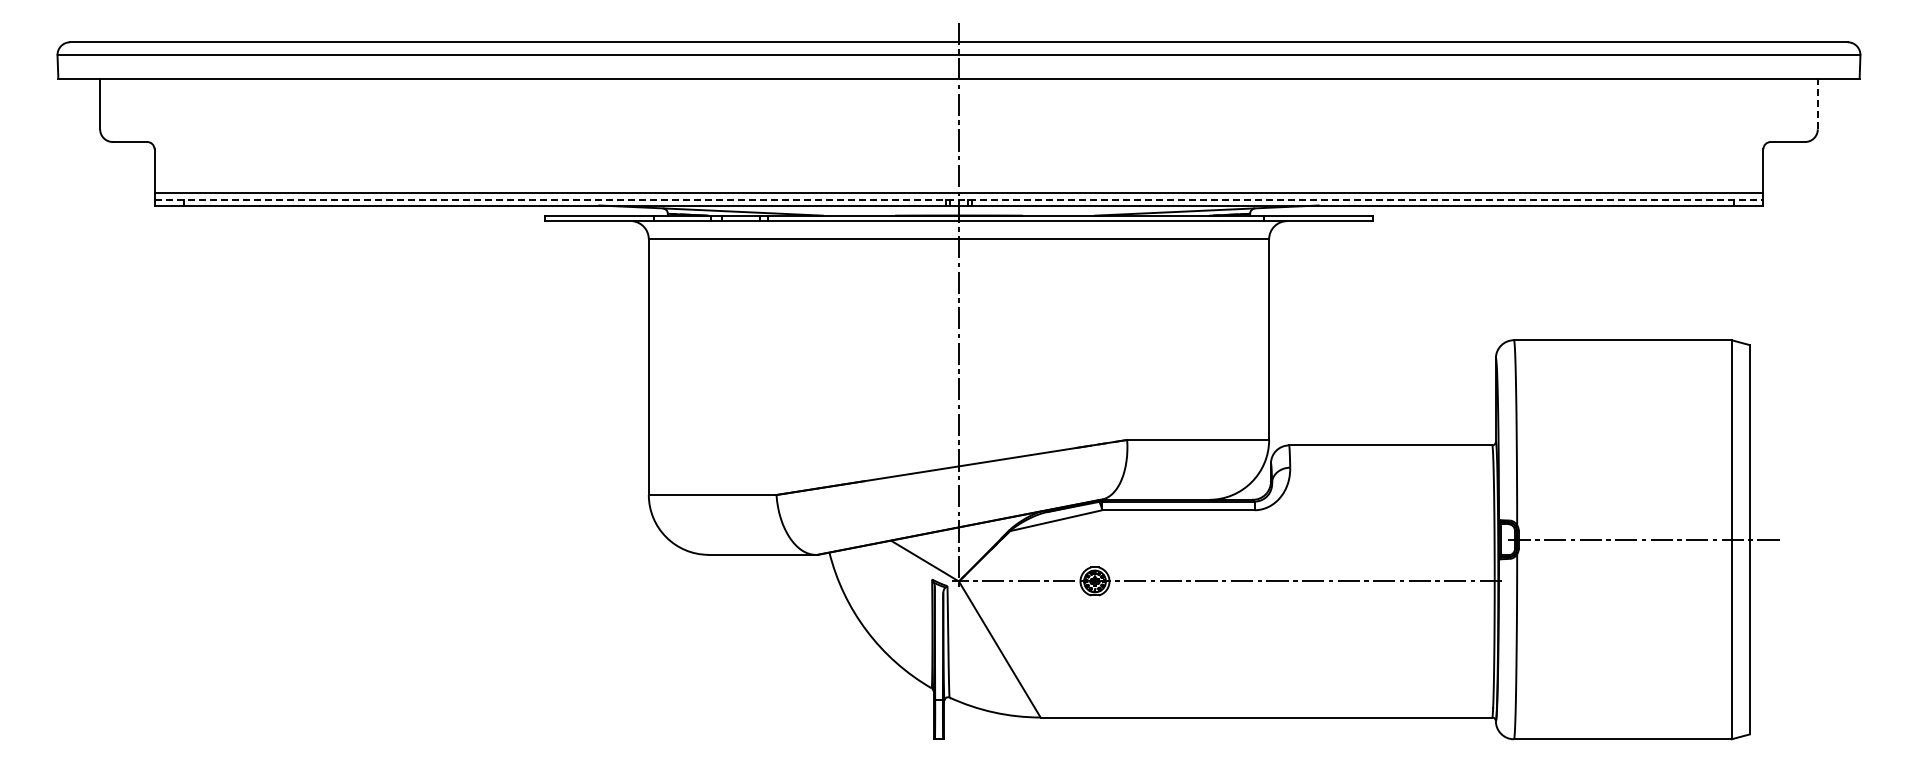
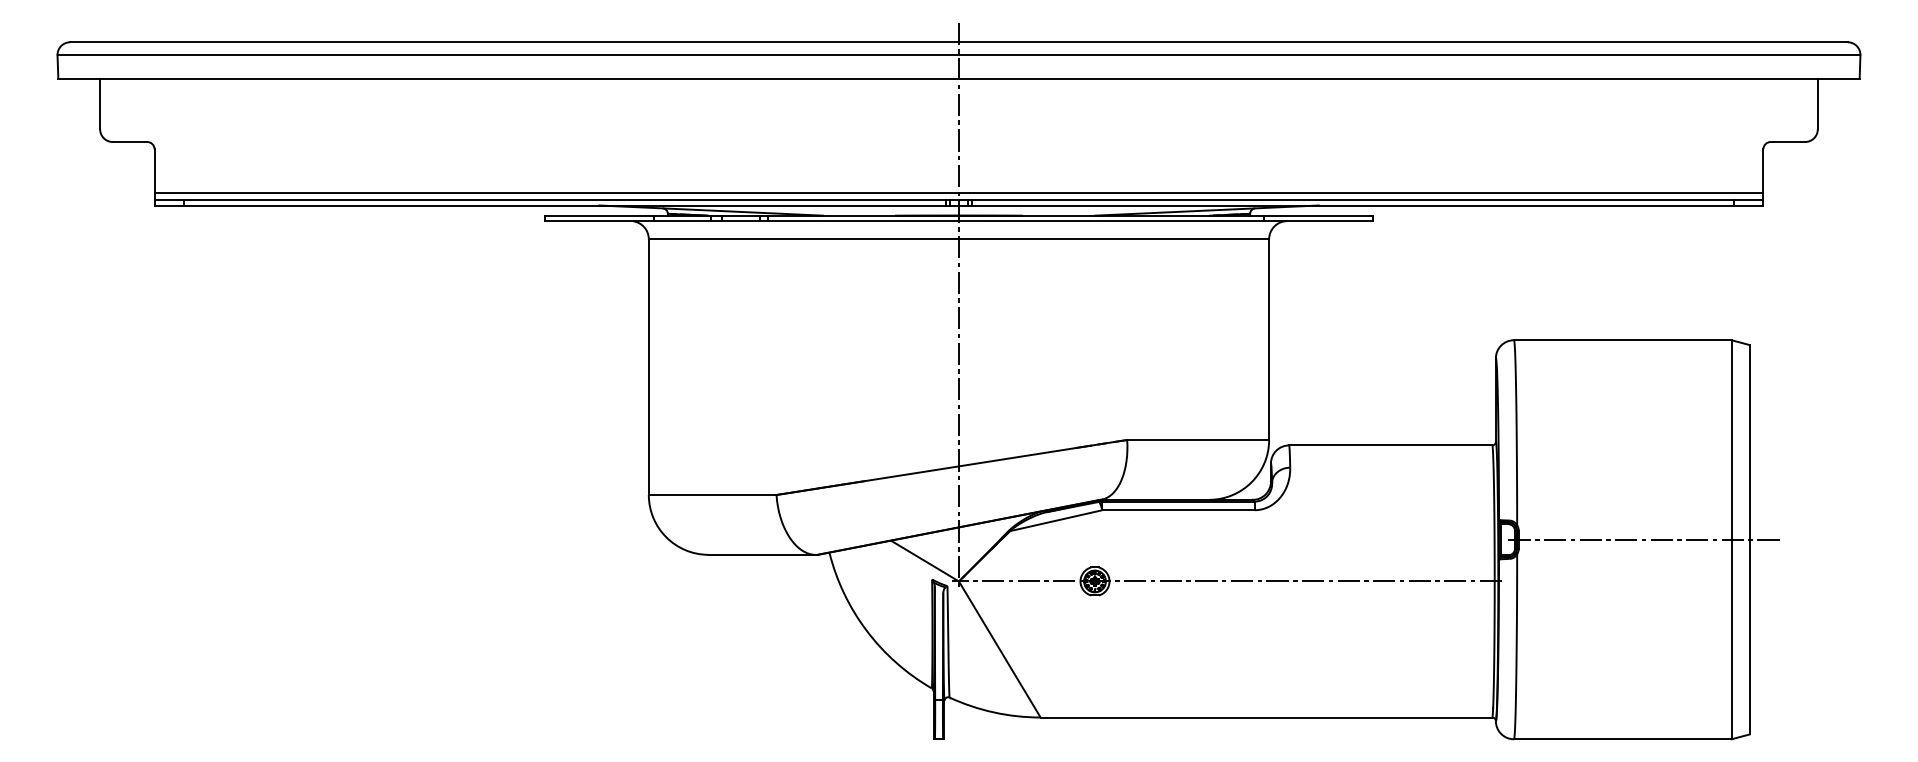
line at (1817, 103): dashed -> solid
line at (959, 200): dashed -> solid
